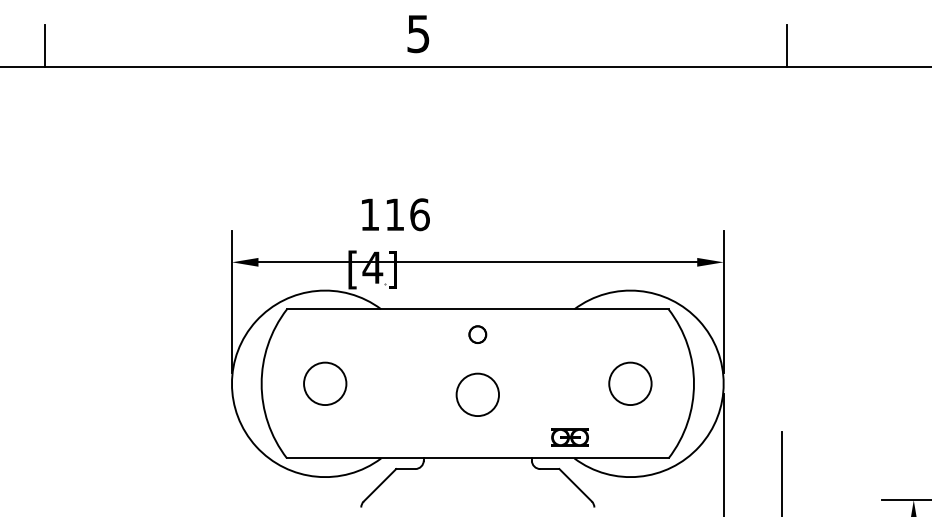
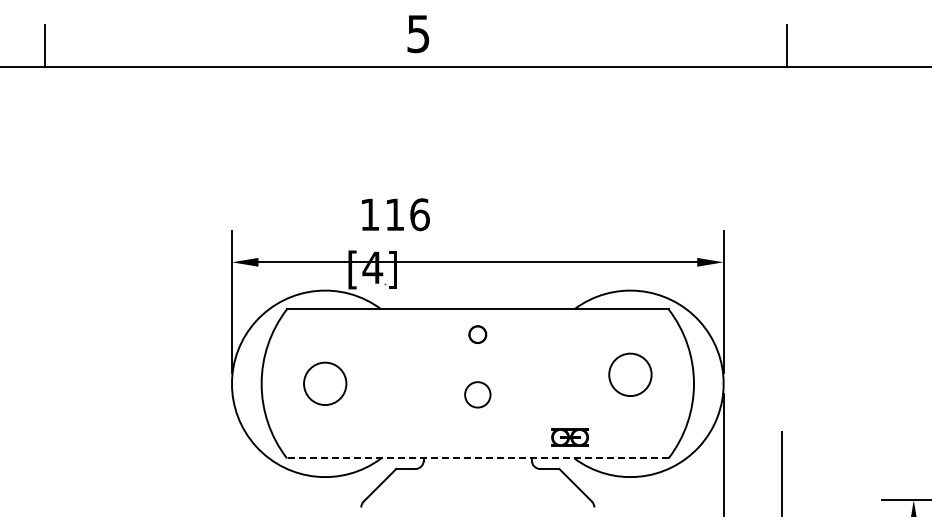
circle at (630, 383) position: (630, 383) -> (630, 374)
circle at (477, 394) diameter: 42 px -> 25 px
line at (477, 458): solid -> dashed
